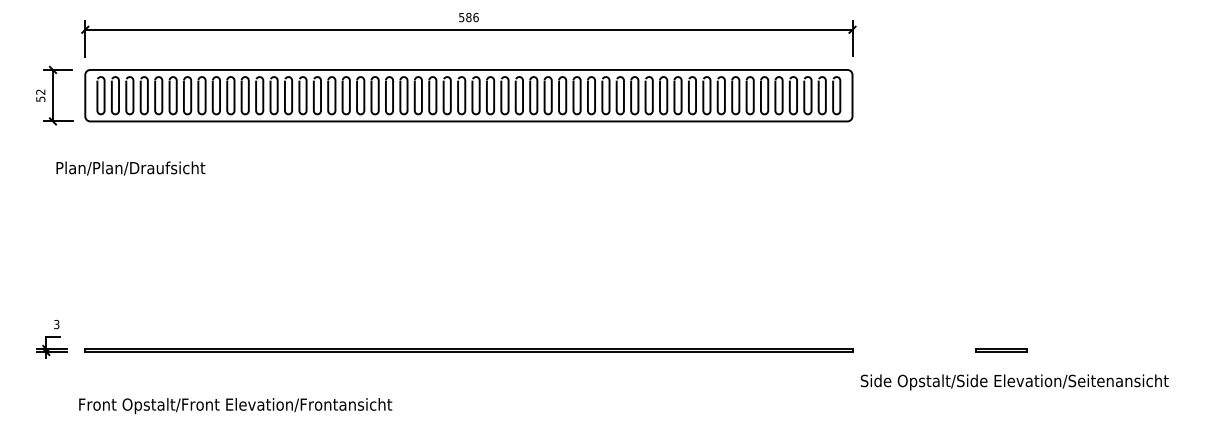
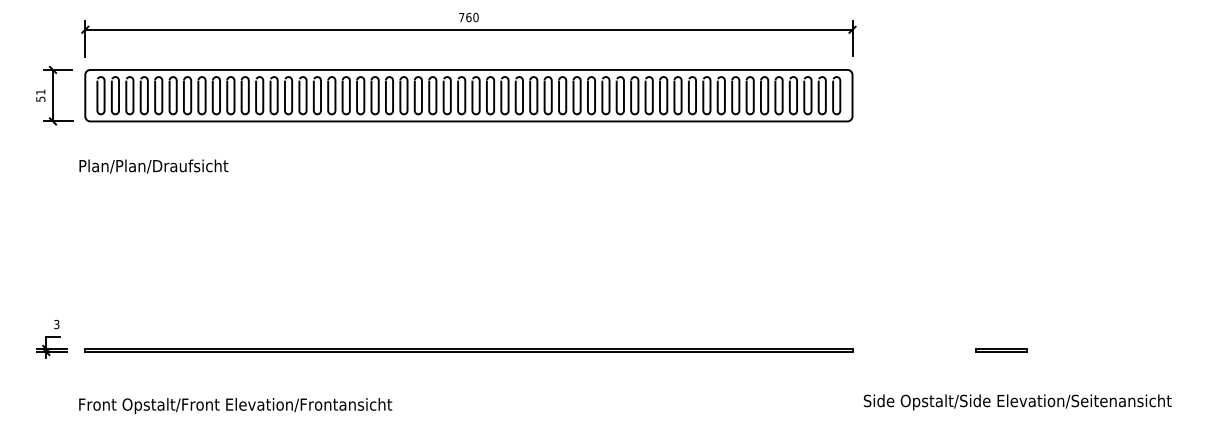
text at (468, 17): 586 -> 760
text at (40, 91): 52 -> 51
text at (130, 168) position: (130, 168) -> (153, 166)
text at (1014, 382) position: (1014, 382) -> (1017, 402)
